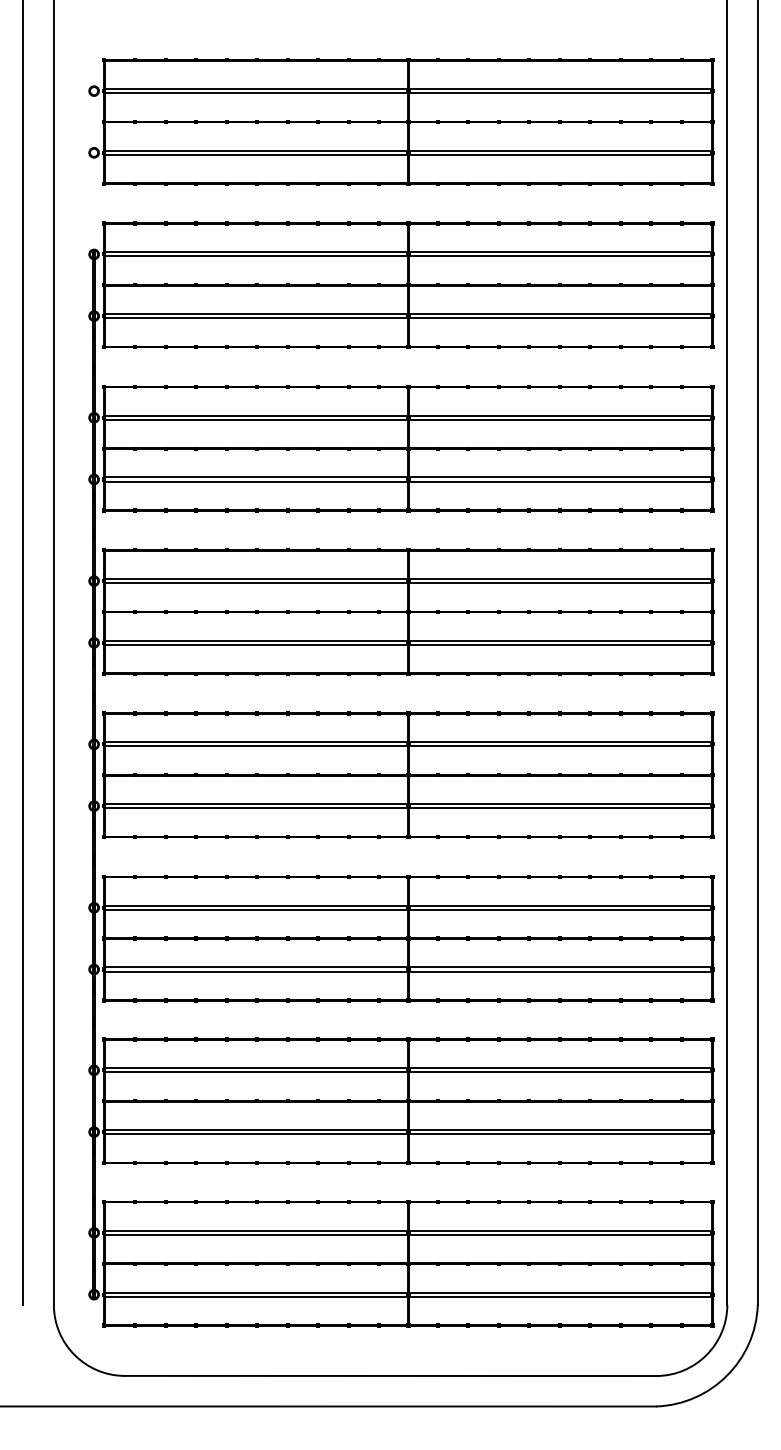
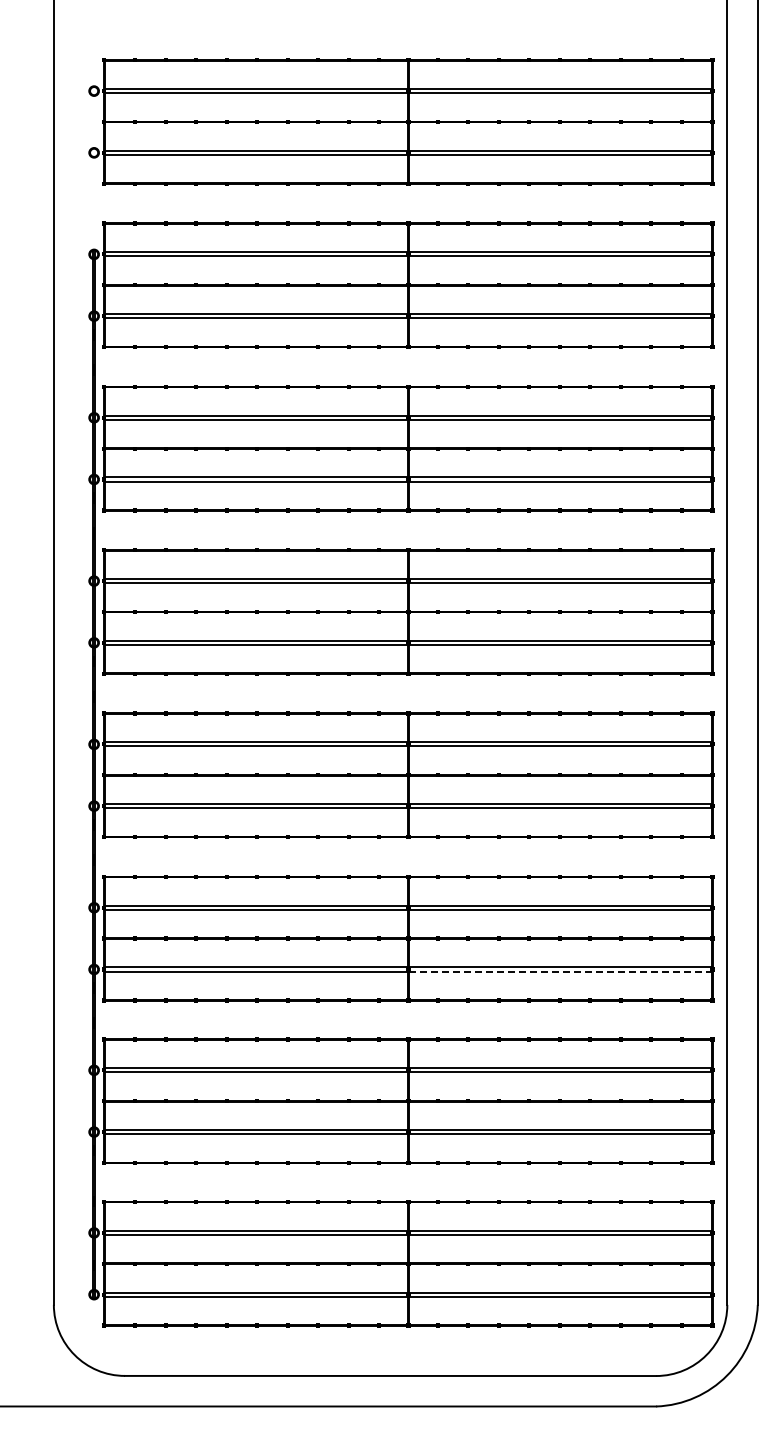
line at (23, 653): present -> none
line at (560, 971): solid -> dashed
